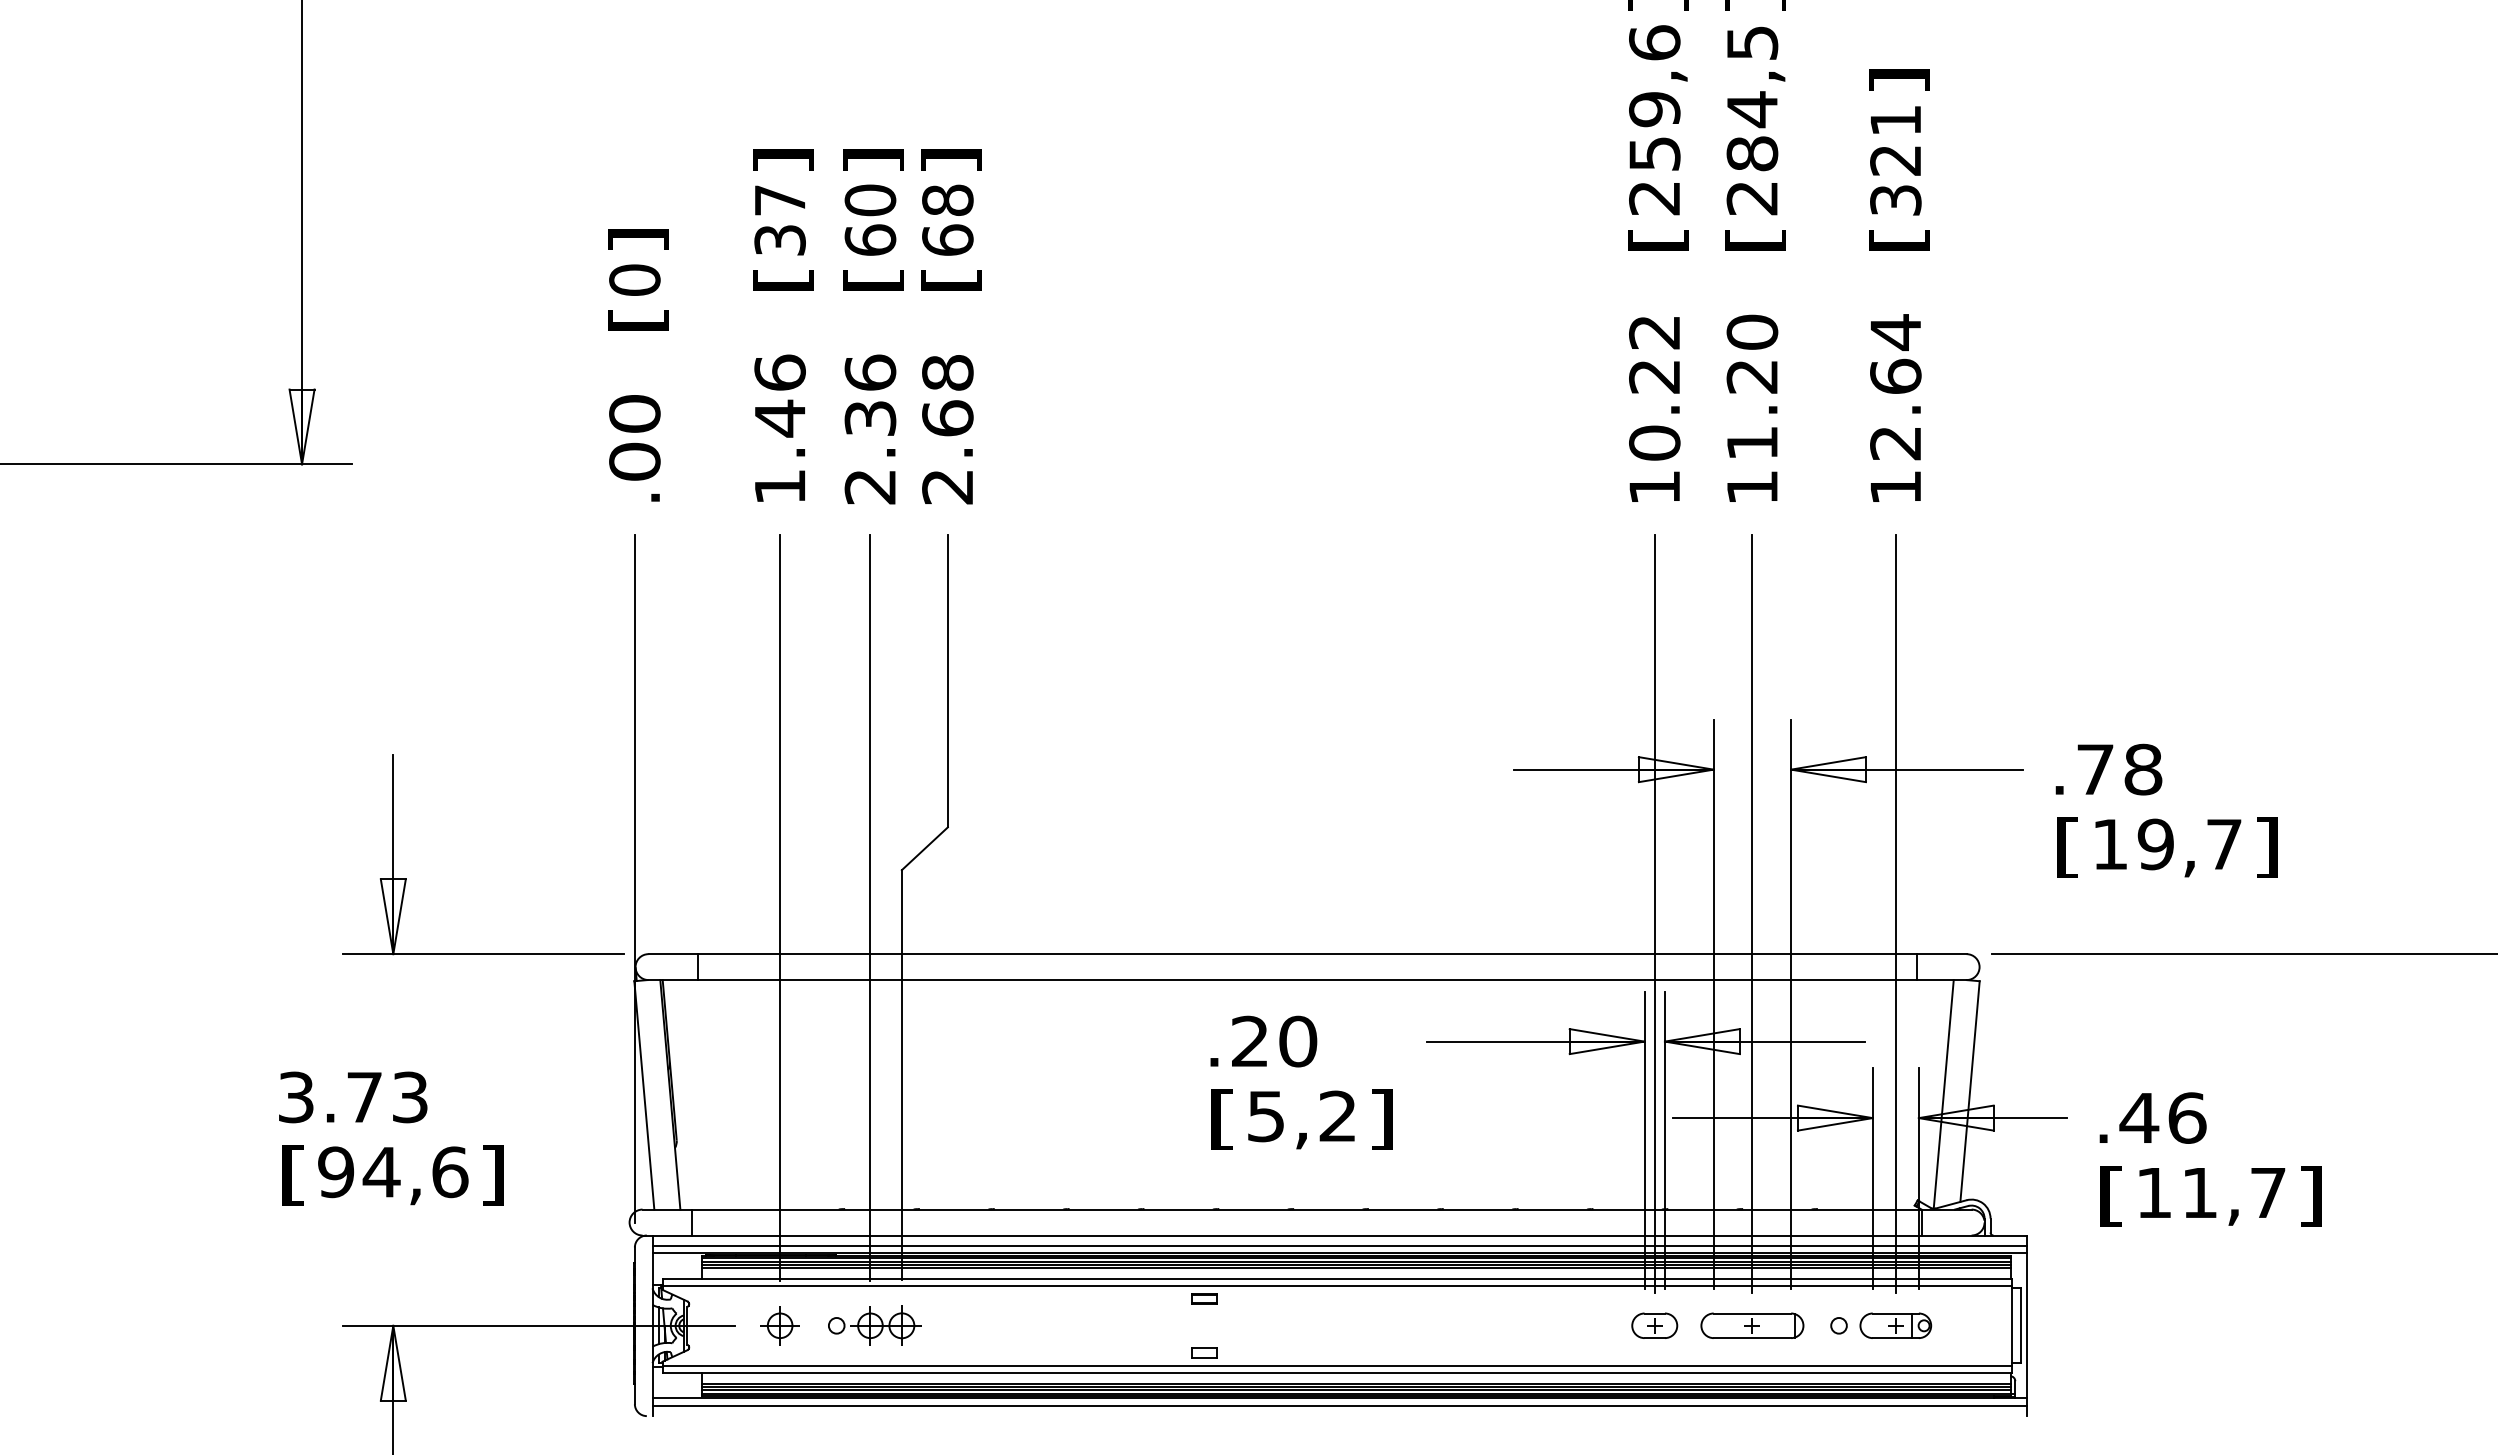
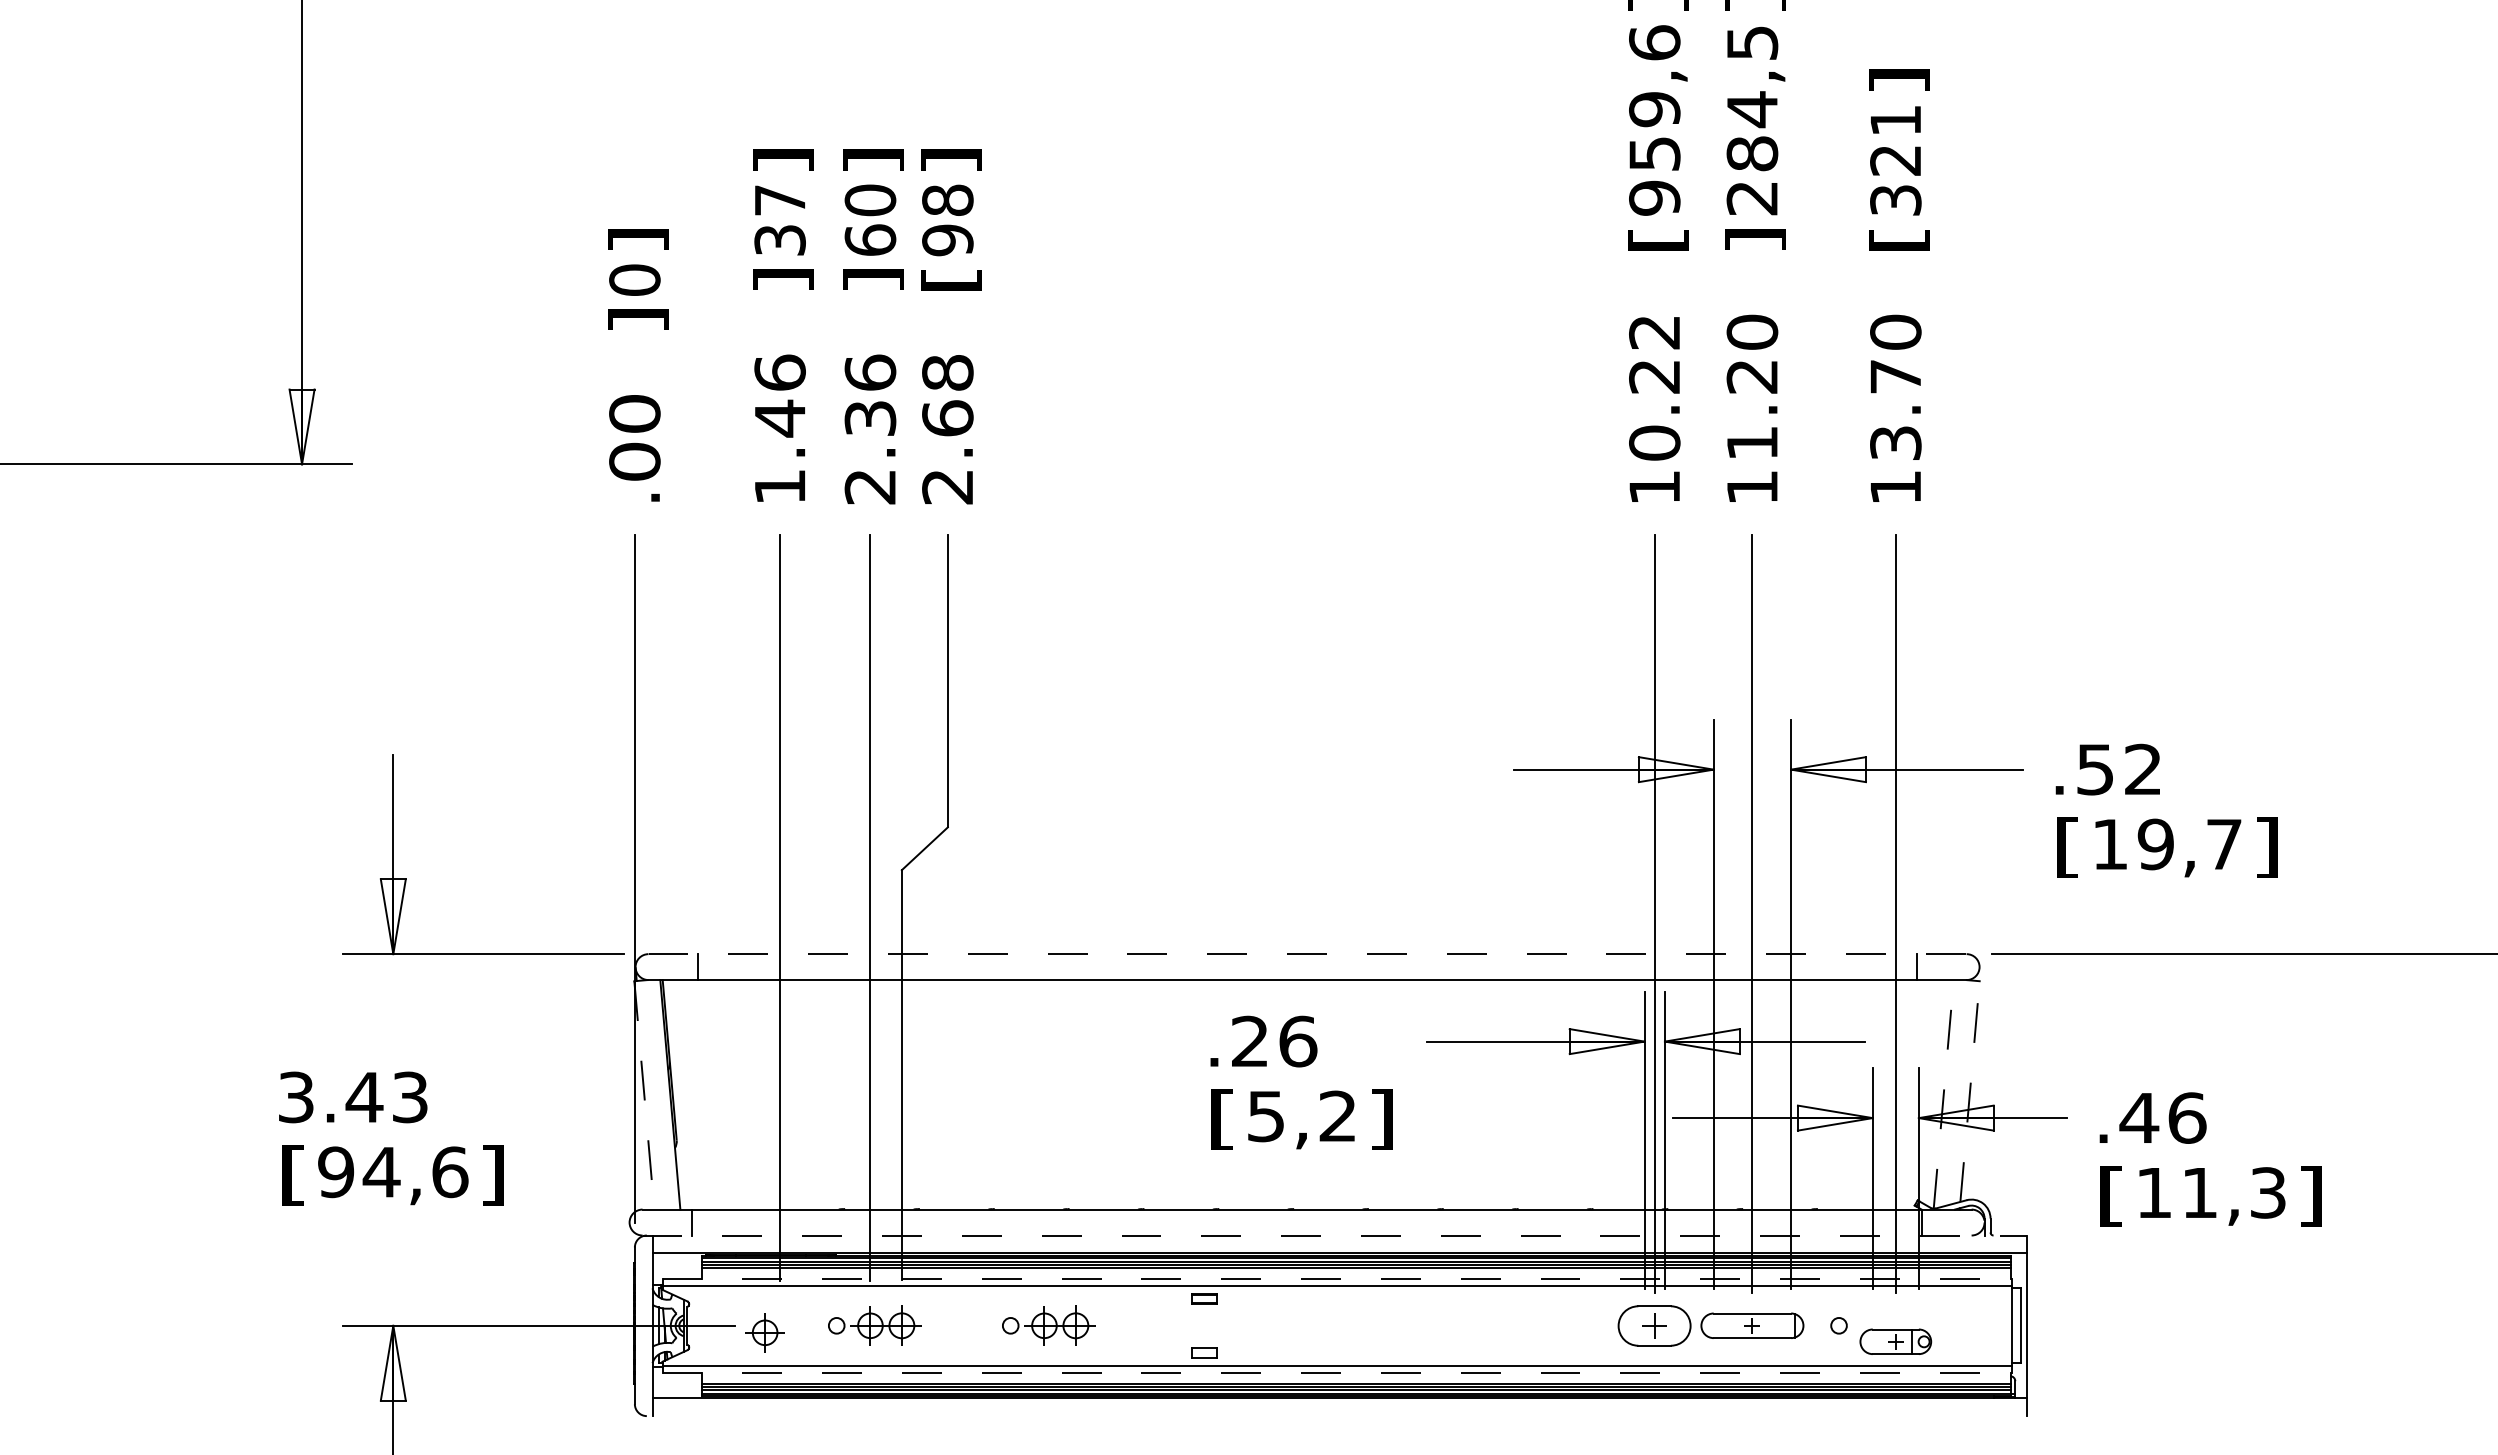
text at (1654, 197): 259,6 -> 959,6
text at (1755, 239): [ -> ]
text at (947, 240): 68 -> 98
text at (783, 279): [ -> ]
text at (873, 279): [ -> ]
text at (638, 319): [ -> ]
text at (1895, 387): 12.64 -> 13.70
text at (2119, 769): .78 -> .52
line at (1308, 954): solid -> dashed
text at (1298, 1041): .20 -> .26
line at (1970, 1091): solid -> dashed
line at (1943, 1094): solid -> dashed
line at (644, 1095): solid -> dashed
text at (364, 1097): 3.73 -> 3.43
text at (2268, 1192): 11,7 -> 11,3
line at (1335, 1235): solid -> dashed
line at (1339, 1245): present -> none
line at (1337, 1278): solid -> dashed
part at (779, 1325) position: (779, 1325) -> (764, 1332)
part at (1048, 1325): none -> present
part at (1654, 1325) size: 48x27 px -> 75x42 px
part at (1895, 1325) position: (1895, 1325) -> (1895, 1341)
line at (1337, 1372): solid -> dashed
line at (1339, 1406): present -> none
